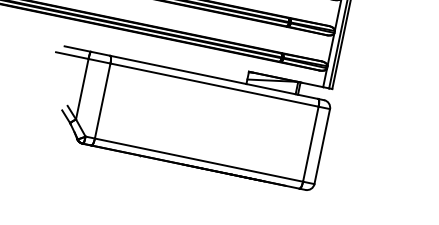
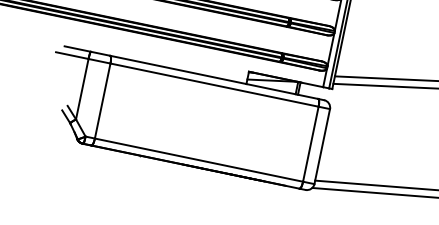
line at (384, 78): none -> present
line at (384, 85): none -> present
line at (375, 185): none -> present
line at (373, 192): none -> present
